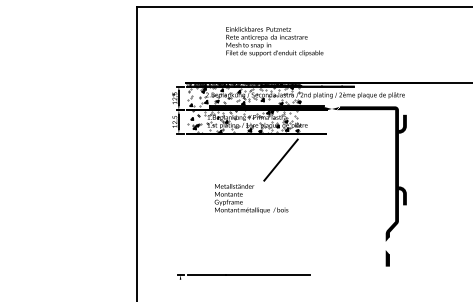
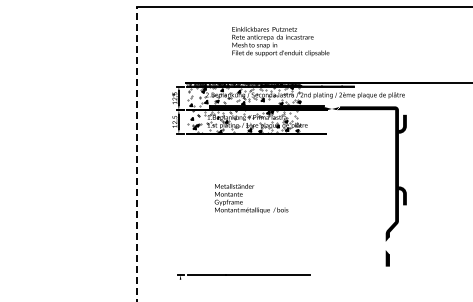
text at (274, 41) position: (274, 41) -> (280, 41)
line at (136, 153): solid -> dashed
line at (280, 159): present -> none
